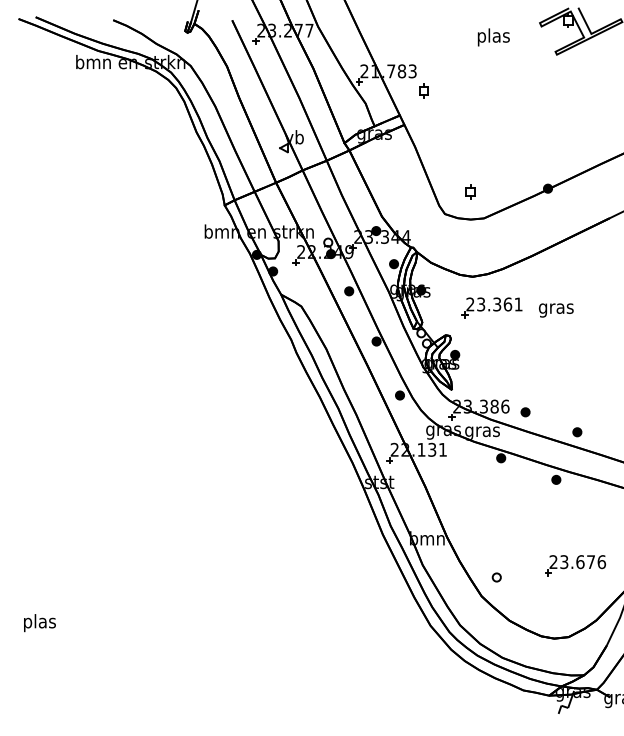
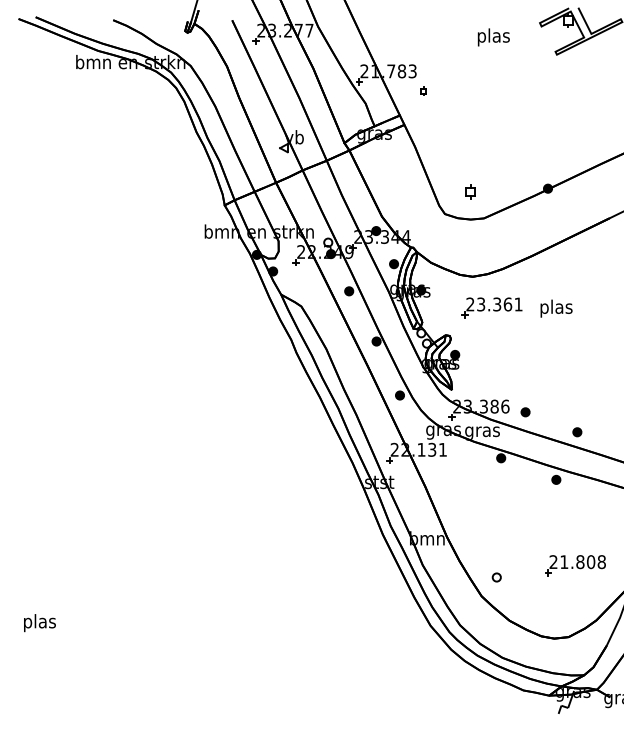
part at (423, 90) size: 10x16 px -> 7x10 px
text at (555, 308): gras -> plas
text at (583, 562): 23.676 -> 21.808
